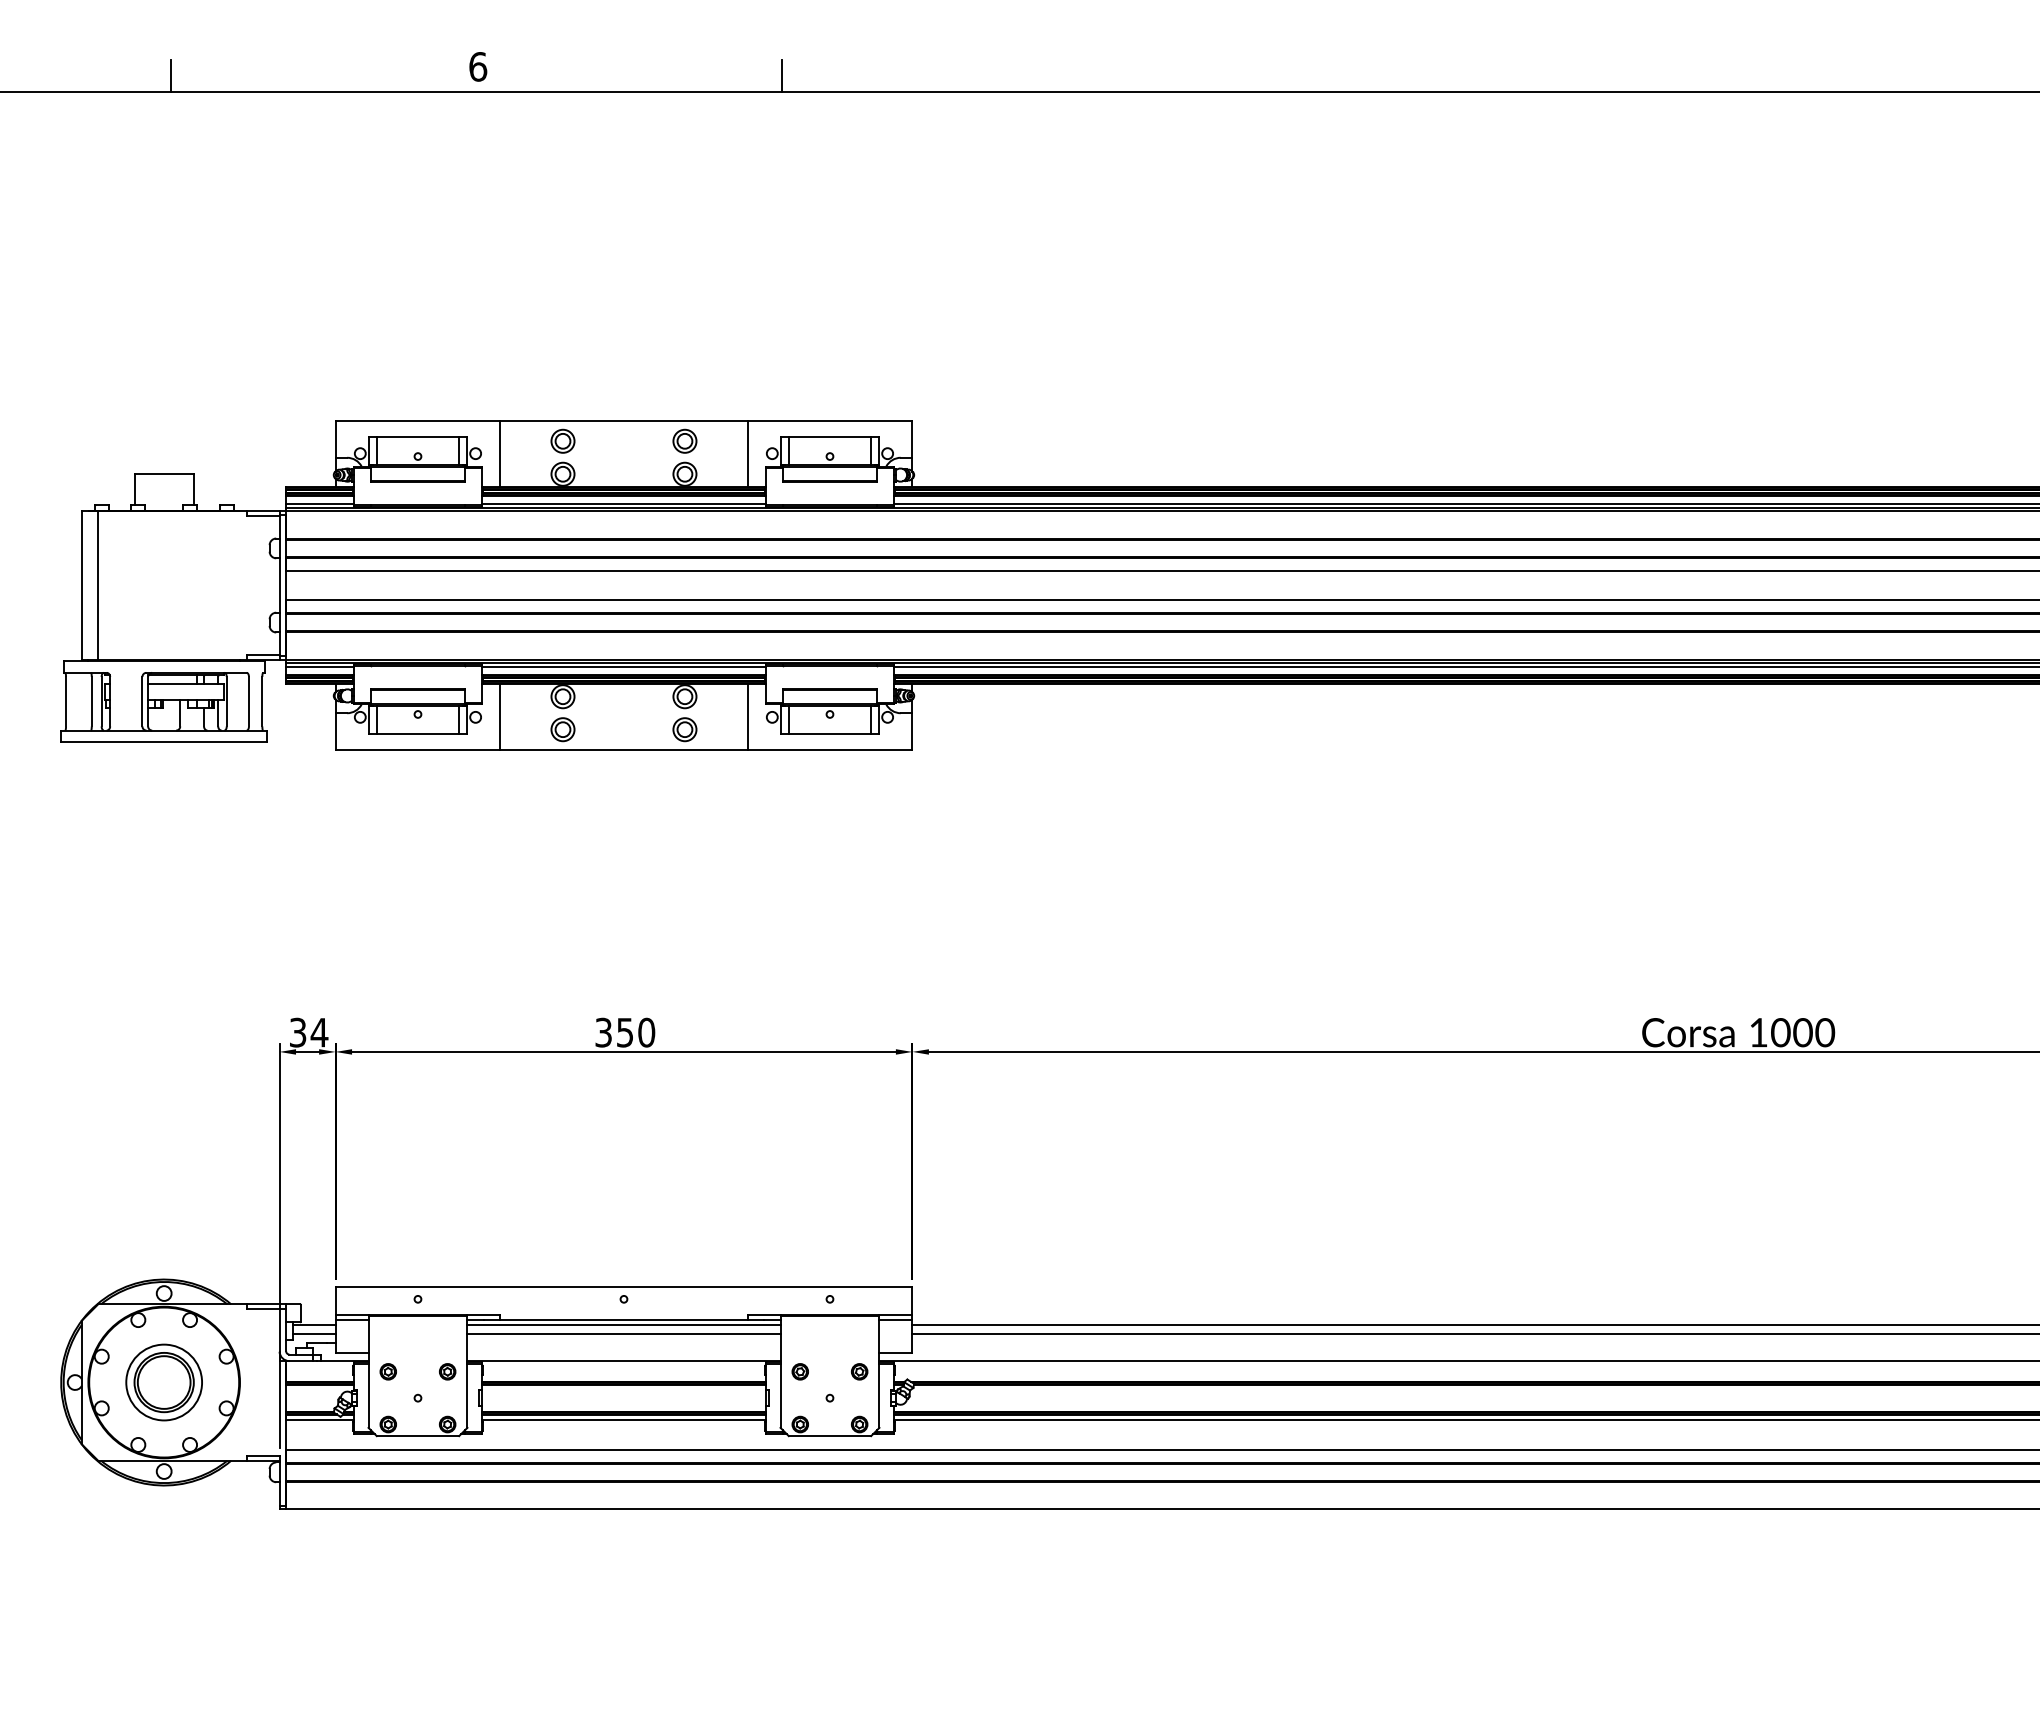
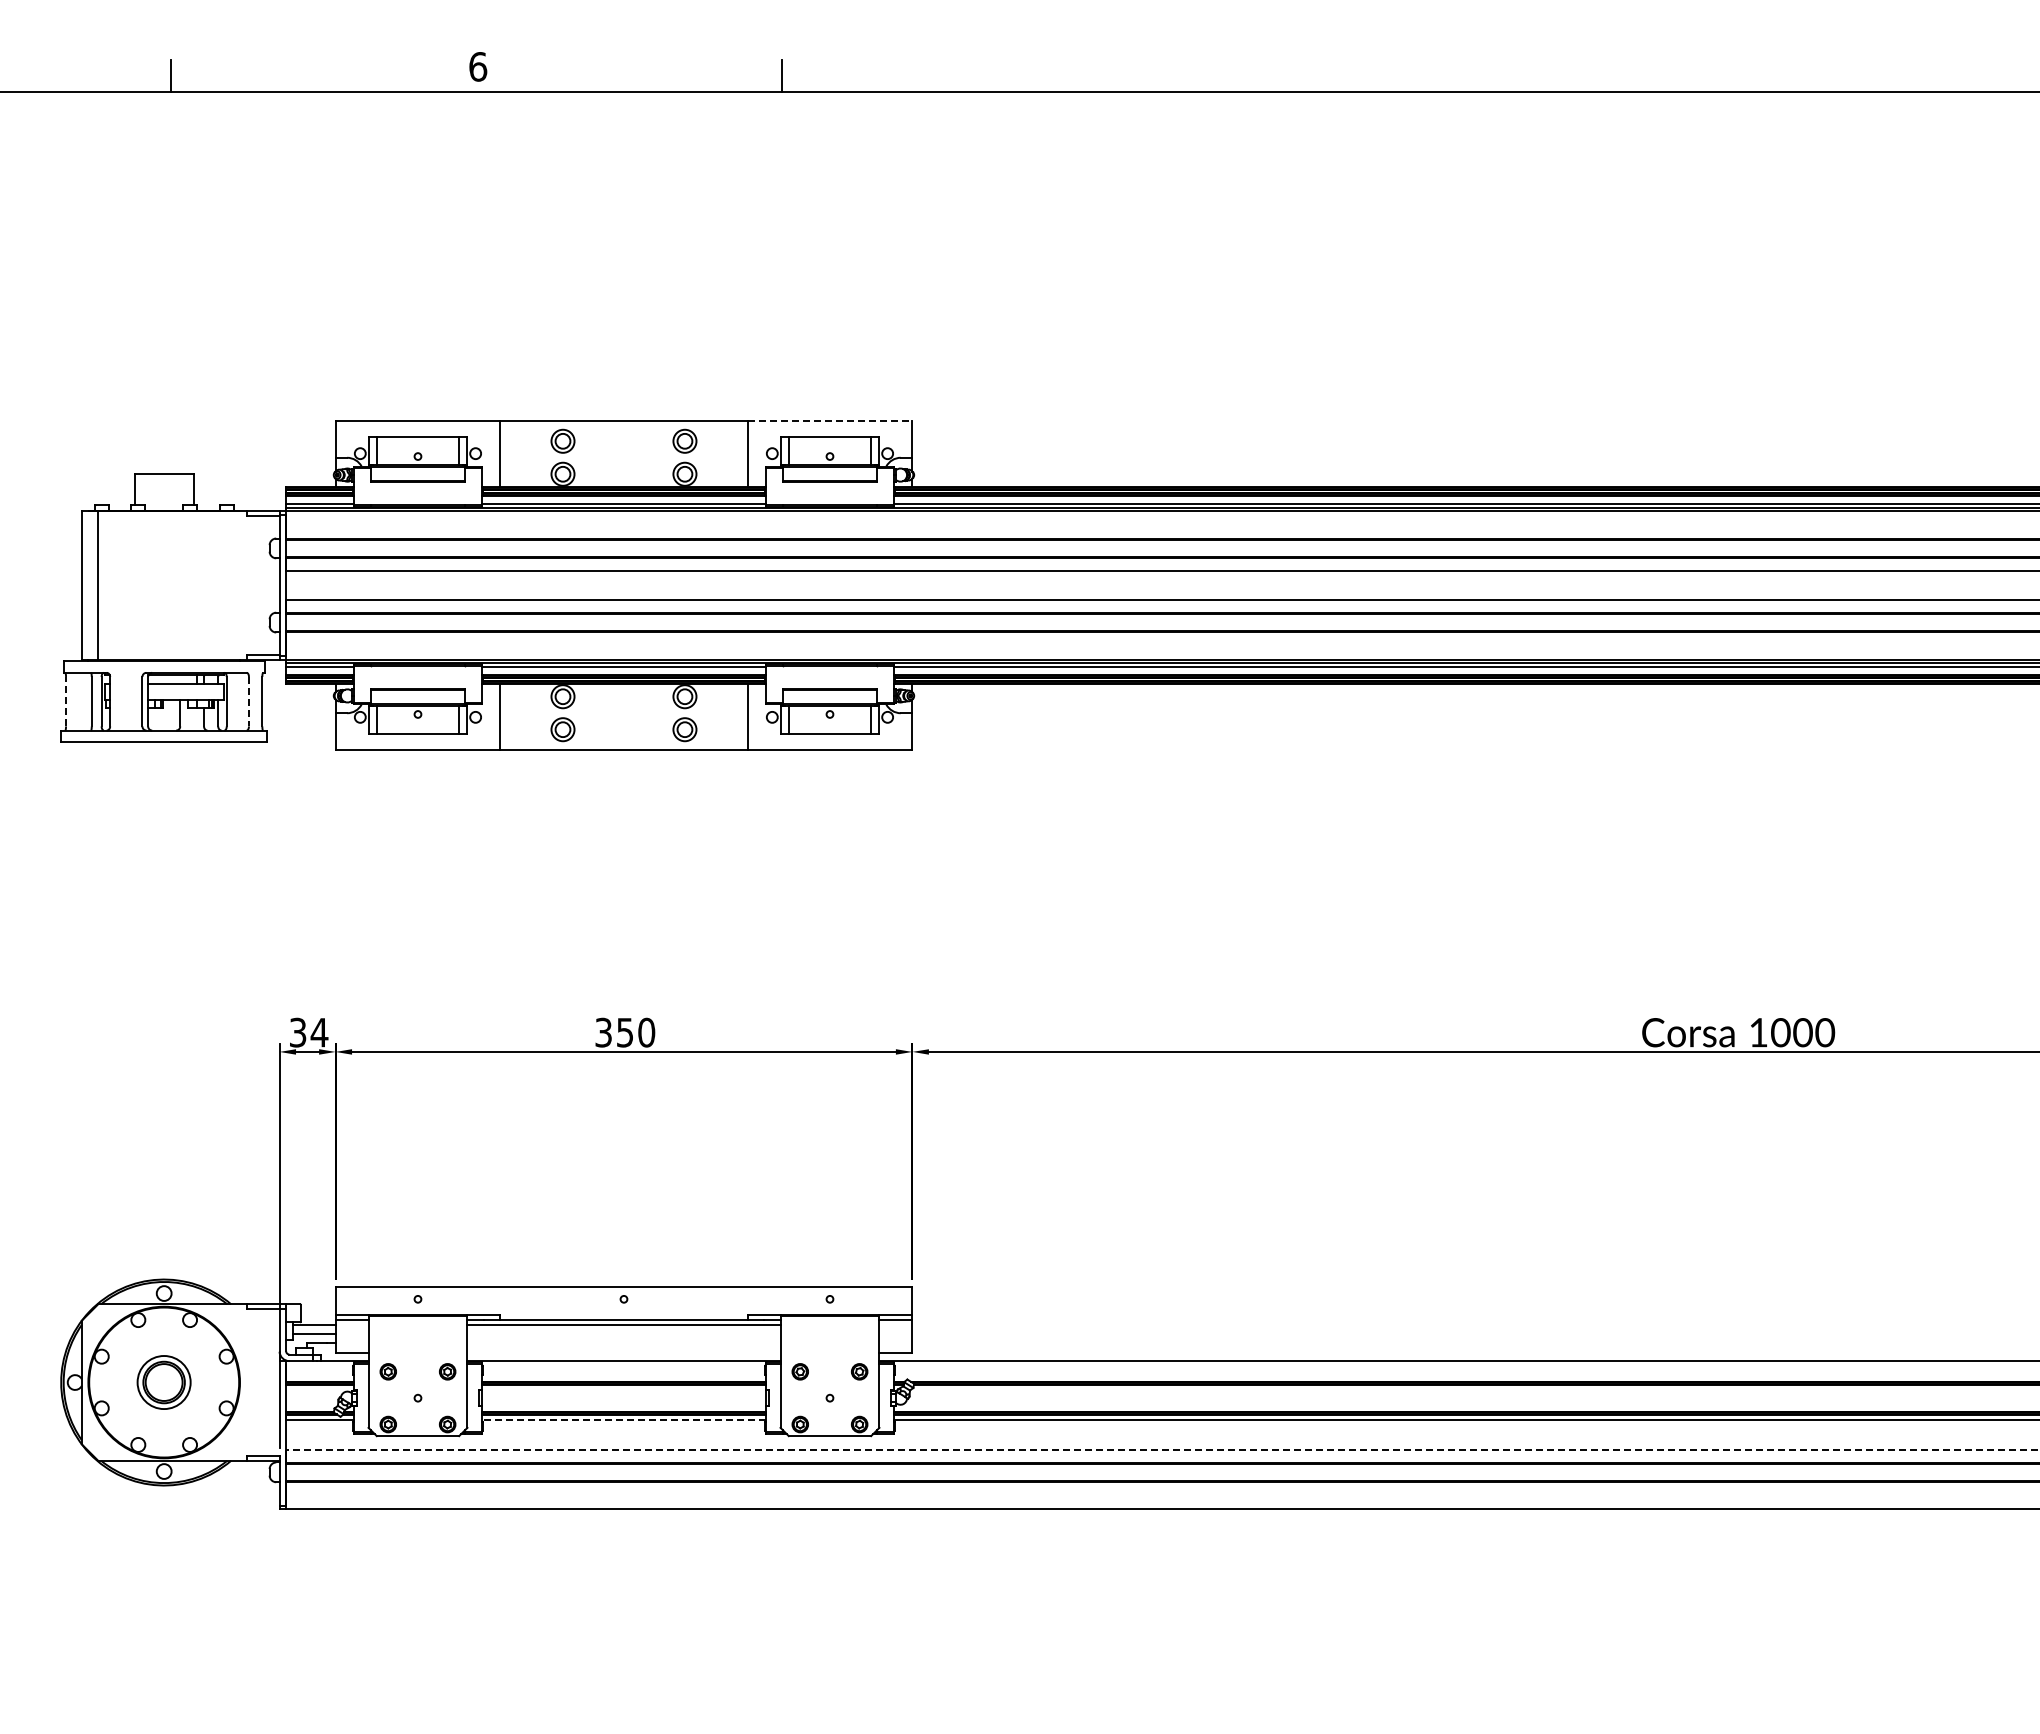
line at (830, 420): solid -> dashed
line at (66, 701): solid -> dashed
line at (248, 701): solid -> dashed
line at (1474, 1324): present -> none
line at (623, 1333): present -> none
line at (1474, 1333): present -> none
part at (163, 1382) size: 78x79 px -> 56x55 px
line at (623, 1420): solid -> dashed
line at (1163, 1450): solid -> dashed
